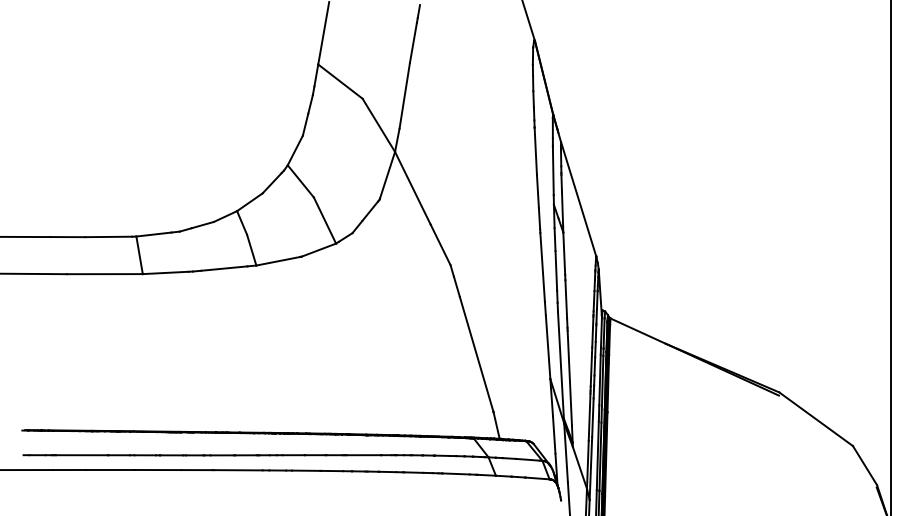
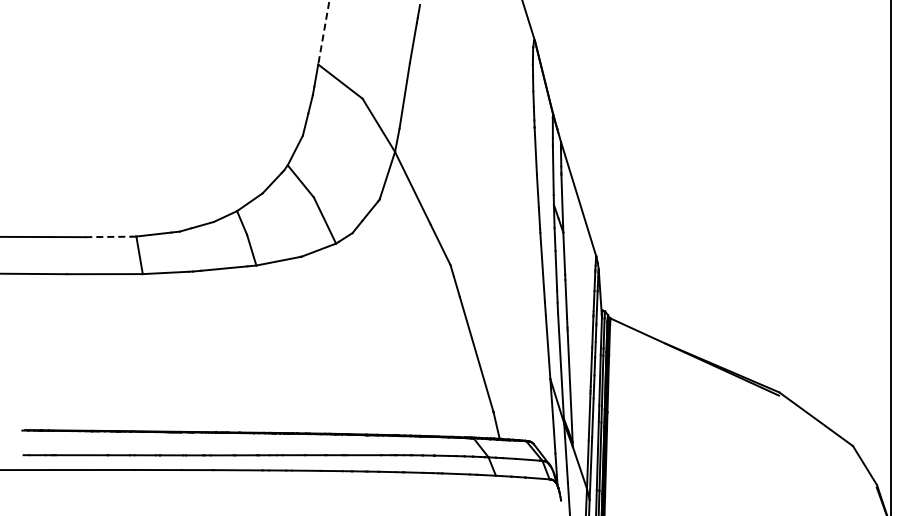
line at (323, 33): solid -> dashed
line at (108, 236): solid -> dashed
